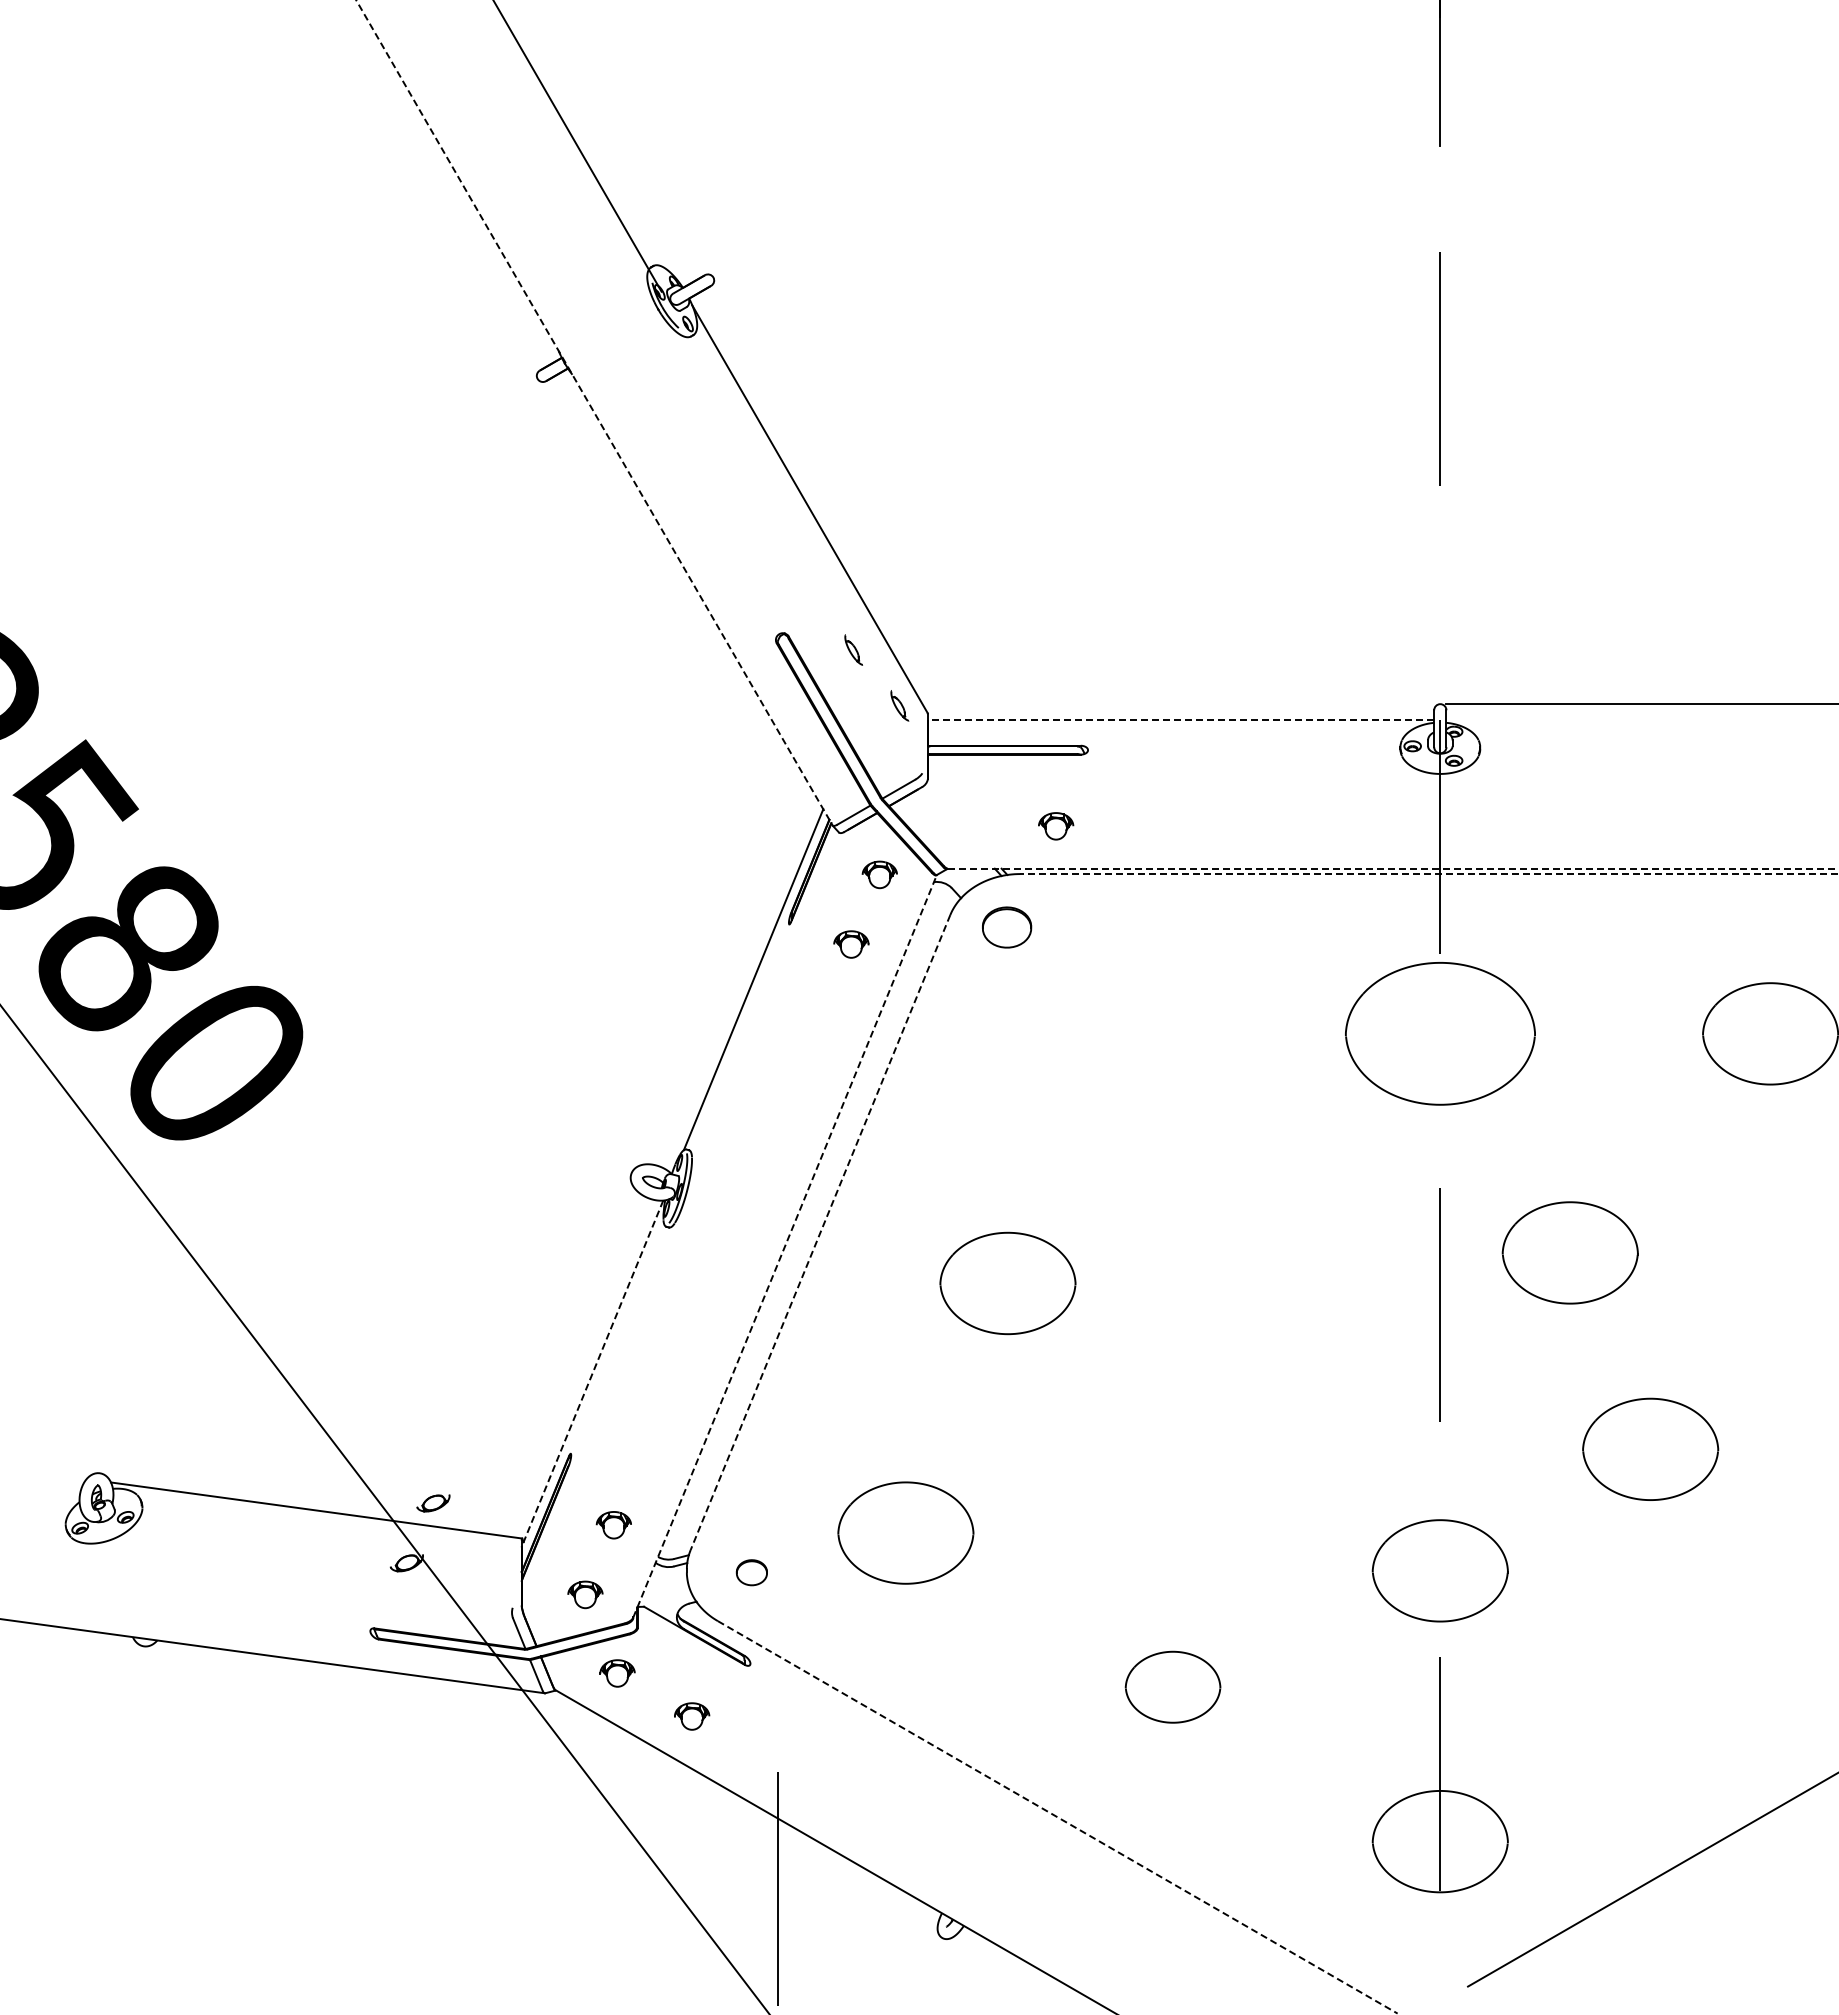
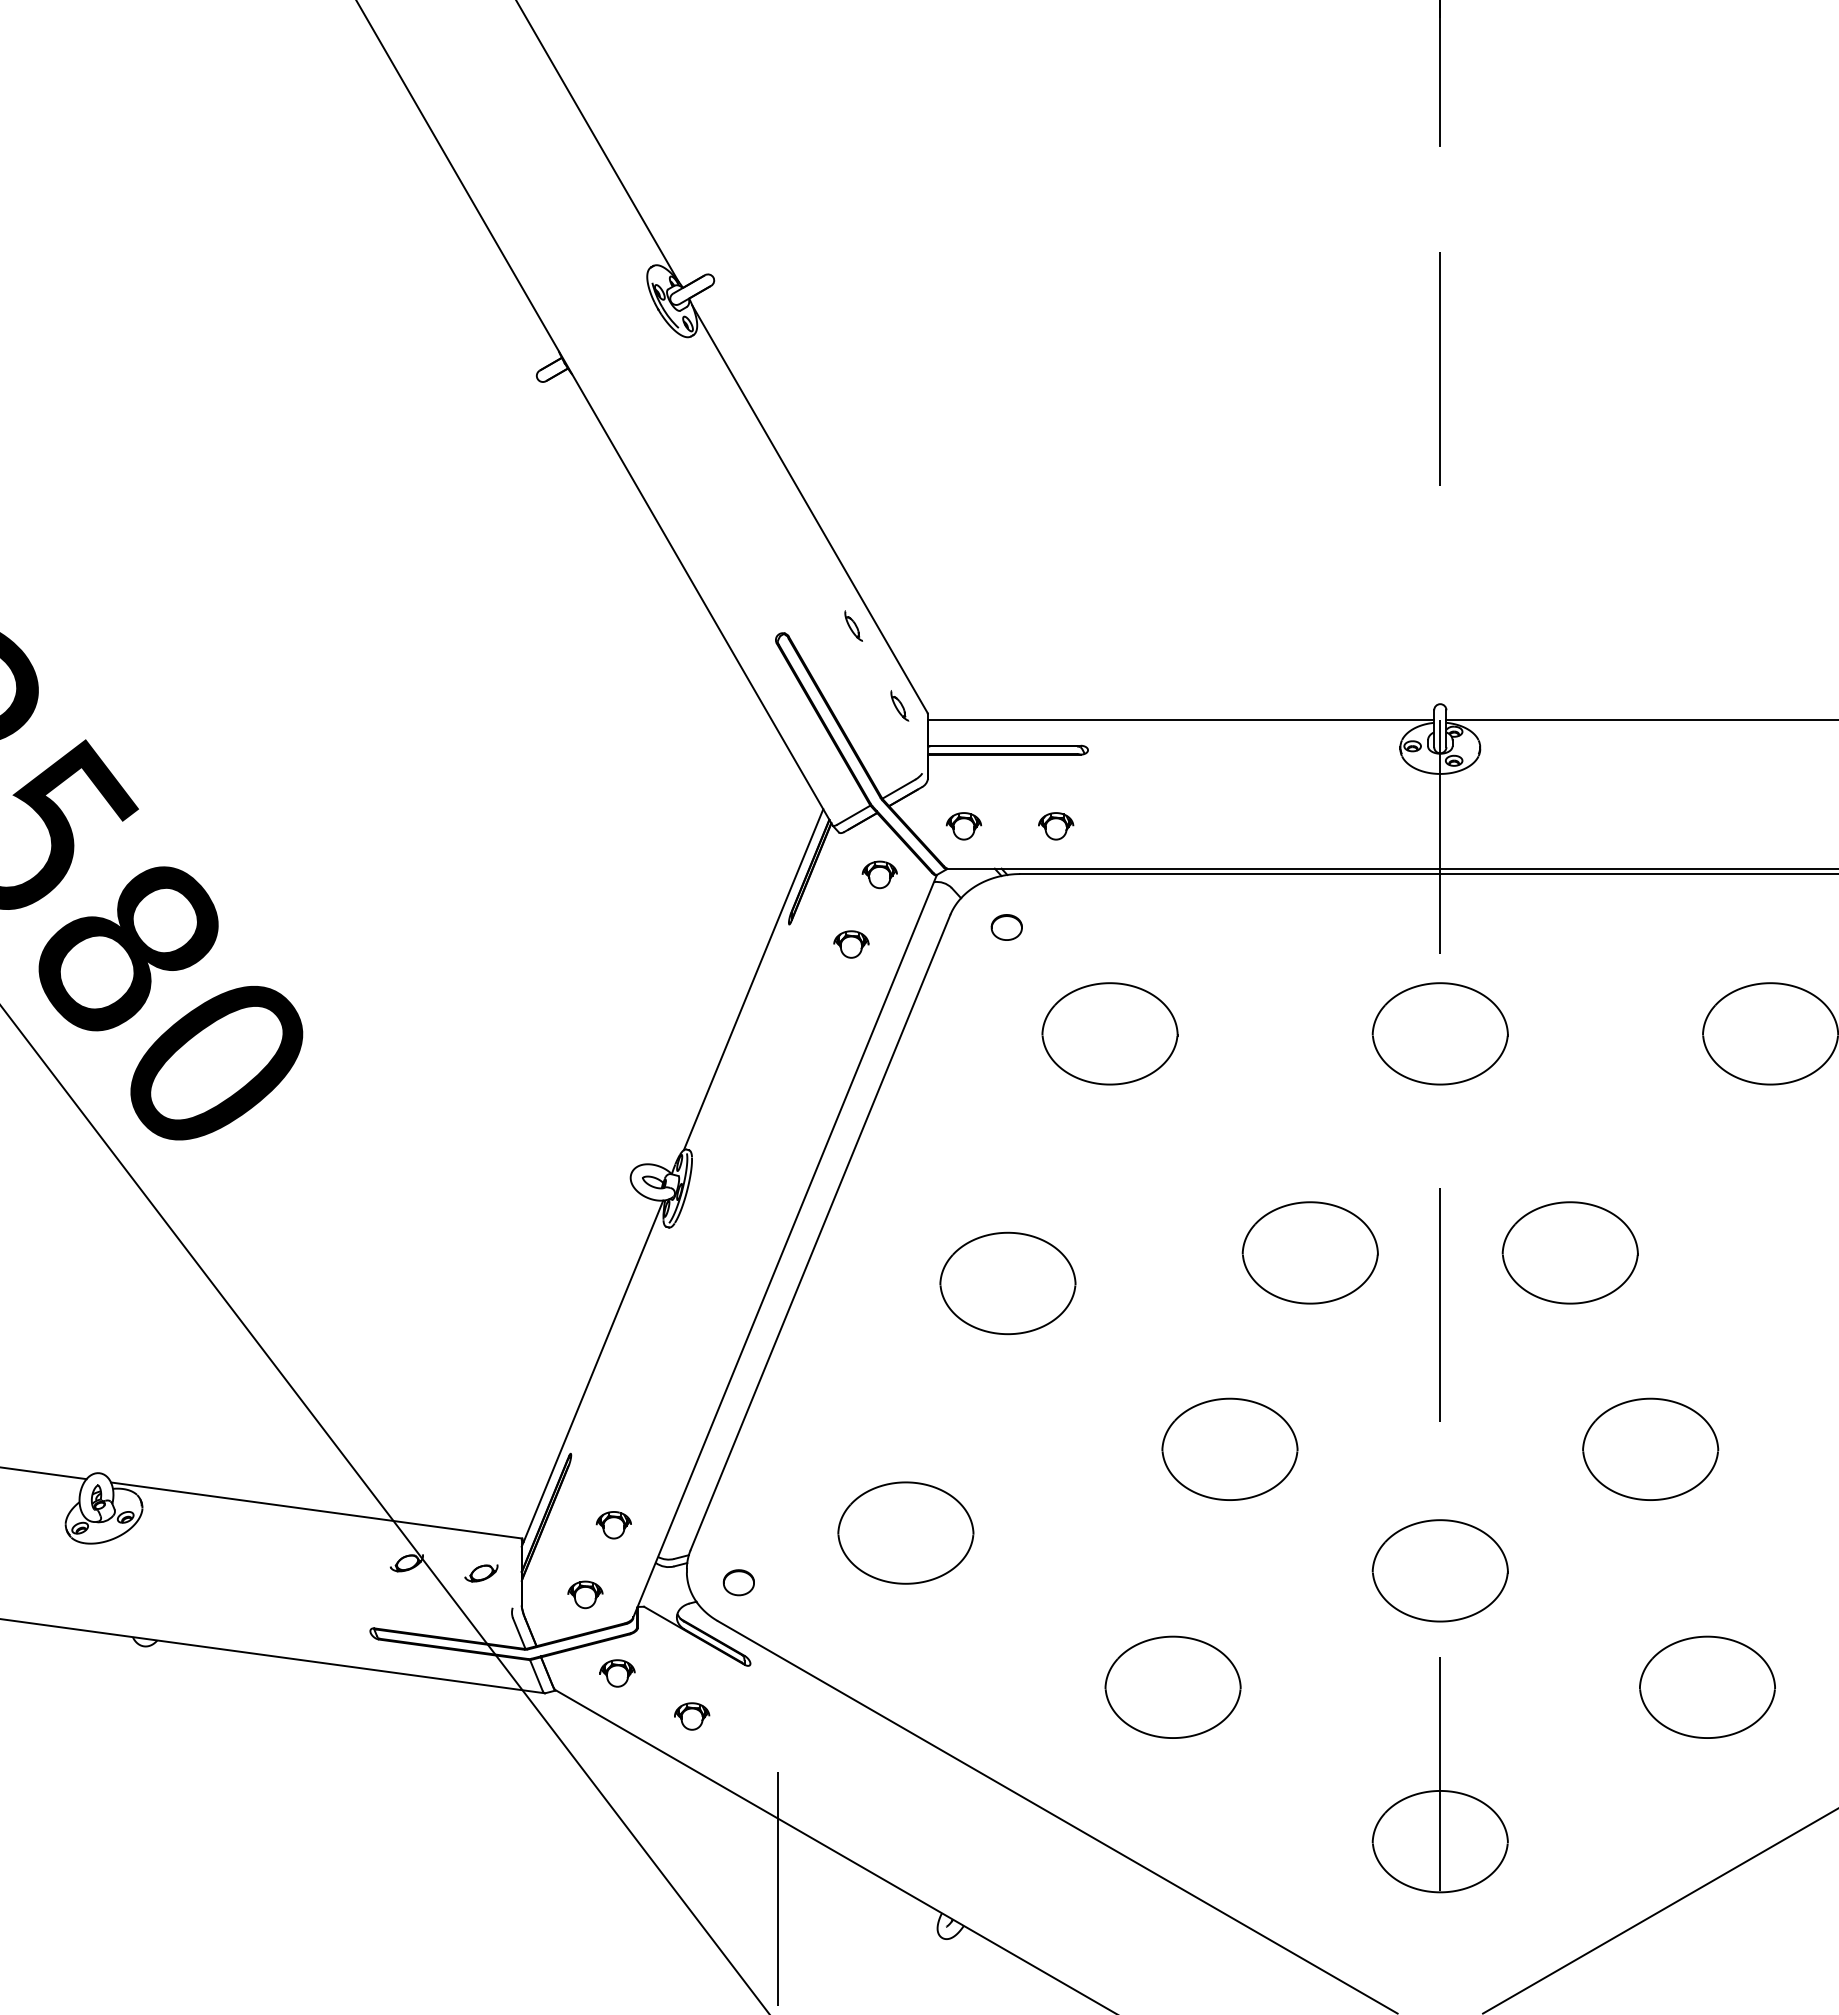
line at (577, 146) position: (577, 146) -> (597, 141)
line at (594, 413): dashed -> solid
part at (853, 649) position: (853, 649) -> (853, 625)
line at (1640, 703) position: (1640, 703) -> (1640, 719)
line at (1180, 719): dashed -> solid
part at (963, 826): none -> present
line at (1393, 868): dashed -> solid
line at (1428, 874): dashed -> solid
part at (1007, 927) size: 51x43 px -> 33x27 px
part at (1109, 1033): none -> present
part at (1440, 1033) size: 191x144 px -> 138x104 px
line at (820, 1233): dashed -> solid
line at (785, 1245): dashed -> solid
part at (1309, 1252): none -> present
line at (592, 1373): dashed -> solid
part at (1229, 1448): none -> present
line at (44, 1473): none -> present
part at (433, 1503) position: (433, 1503) -> (481, 1573)
part at (751, 1572) position: (751, 1572) -> (738, 1582)
part at (1172, 1686) size: 98x74 px -> 138x104 px
part at (1707, 1686): none -> present
line at (1058, 1817): dashed -> solid
line at (1651, 1880) position: (1651, 1880) -> (1660, 1910)
